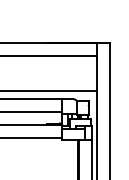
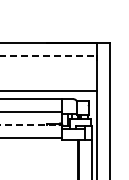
line at (48, 56): solid -> dashed
line at (31, 125): solid -> dashed
